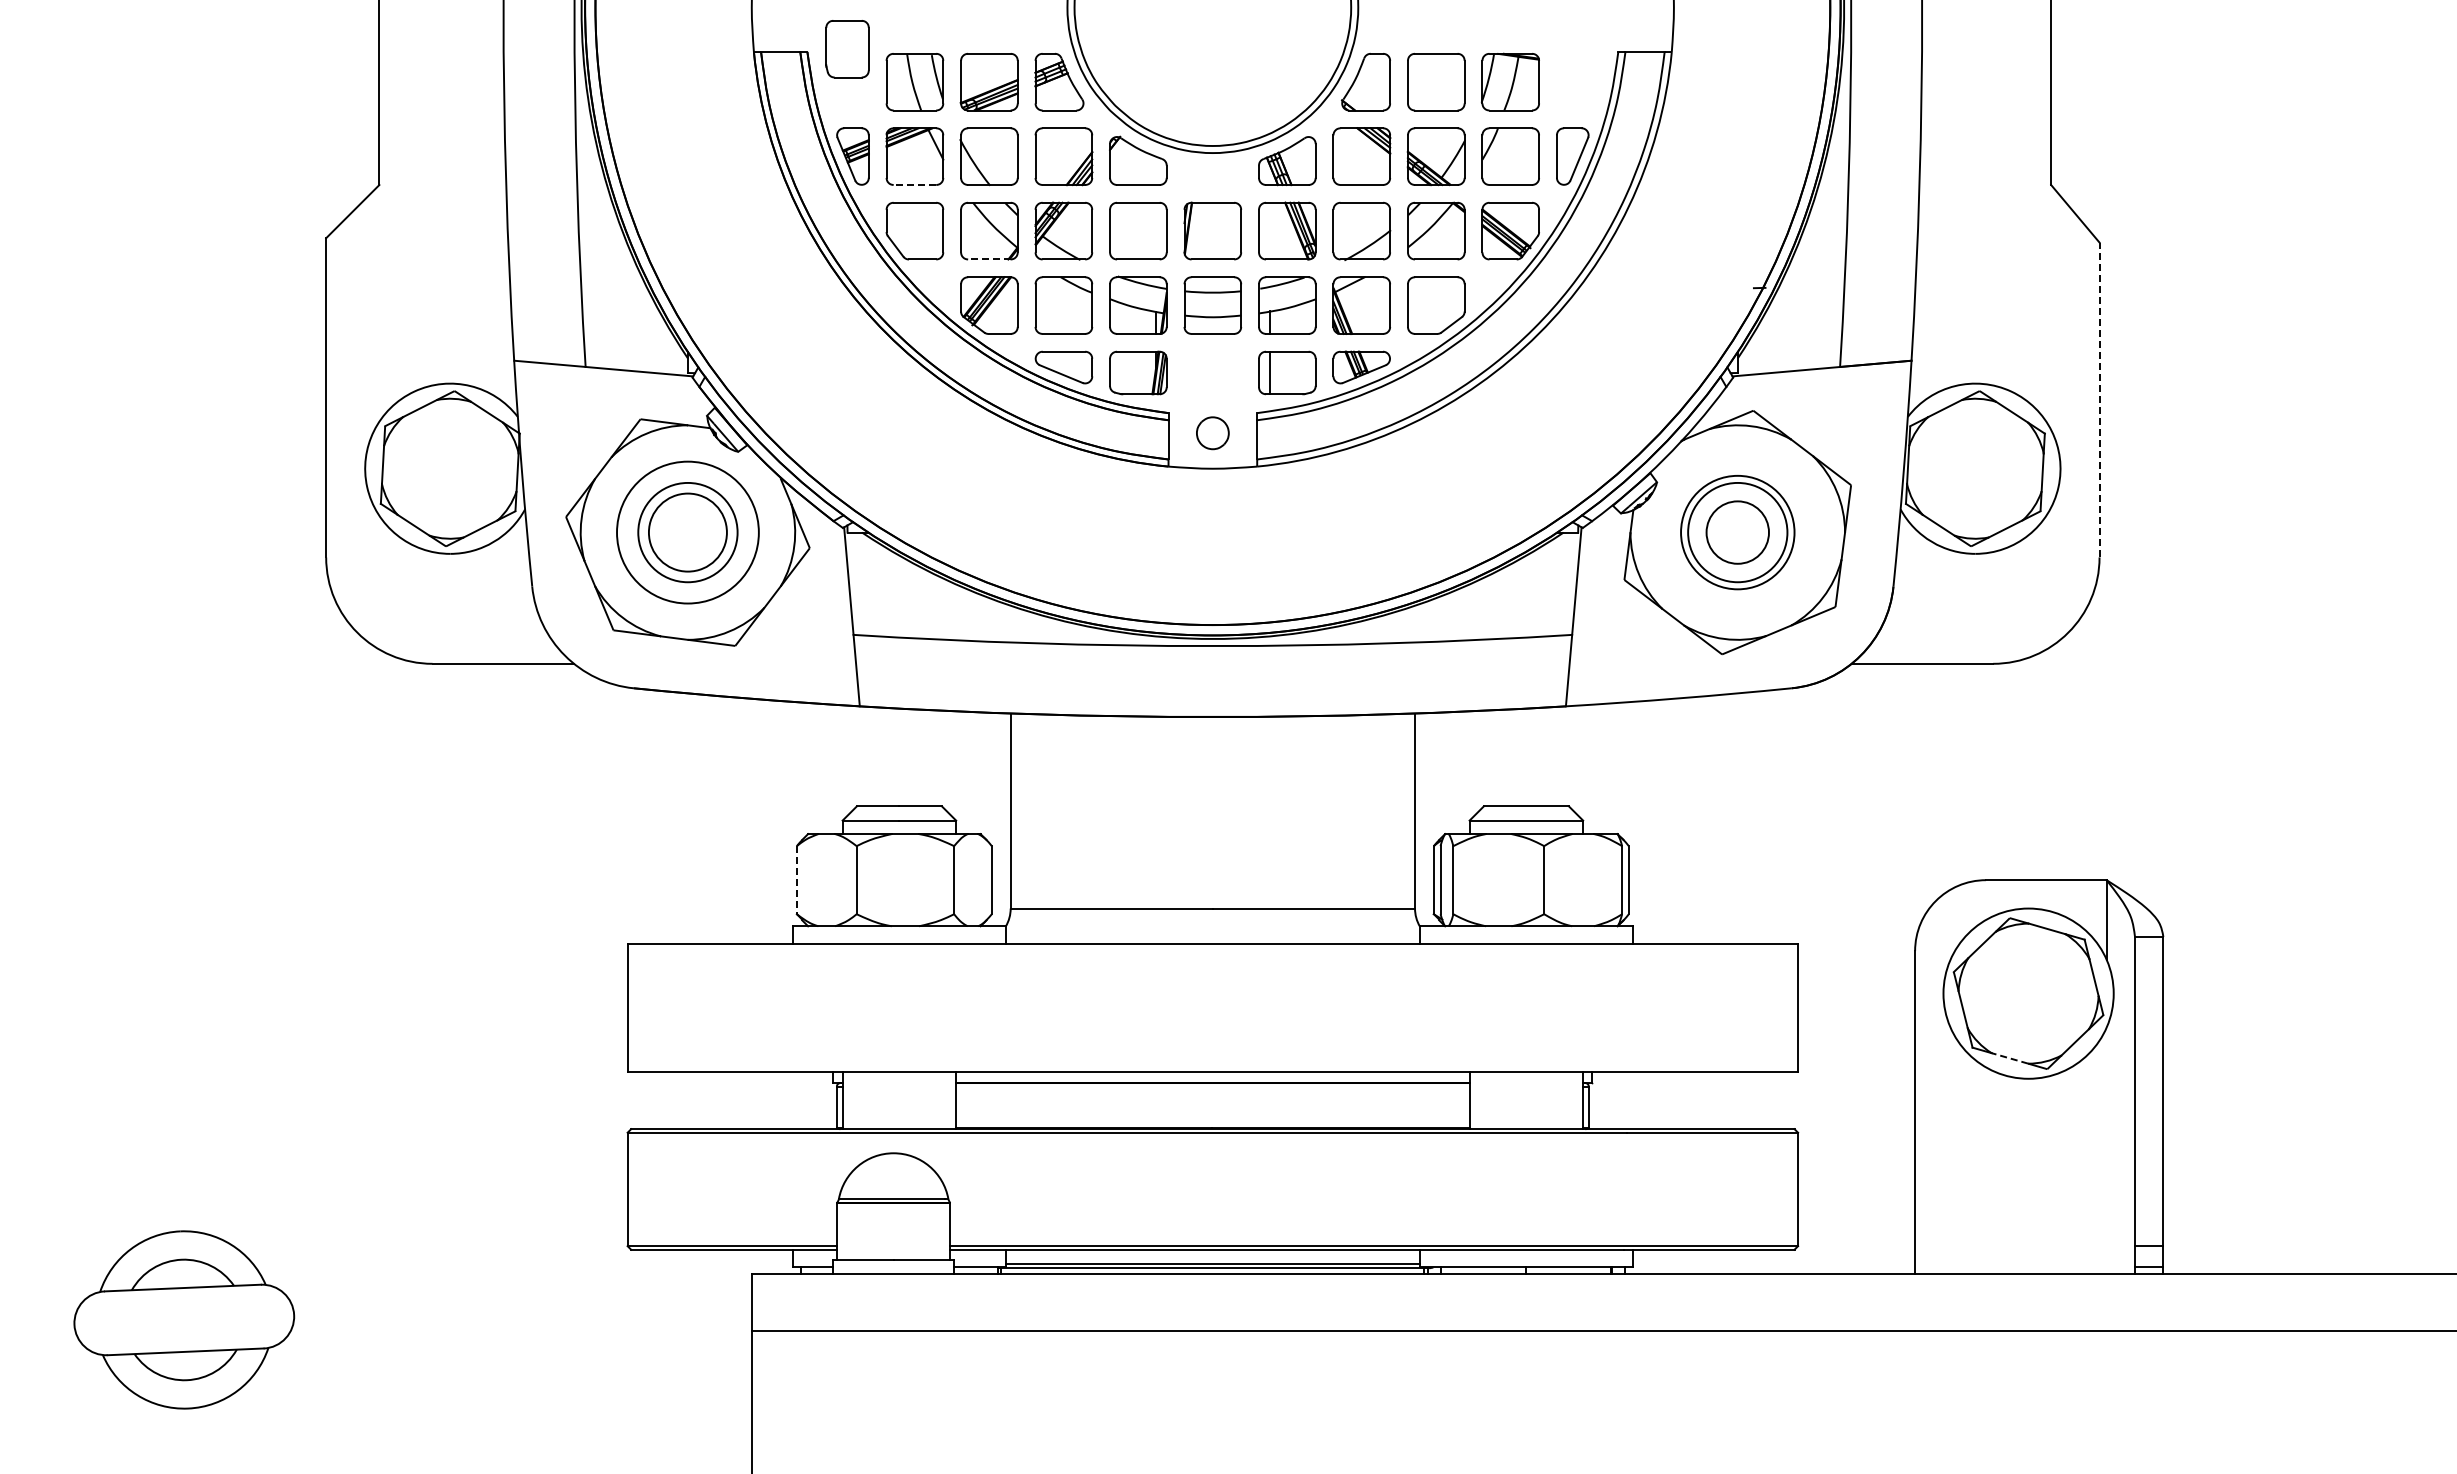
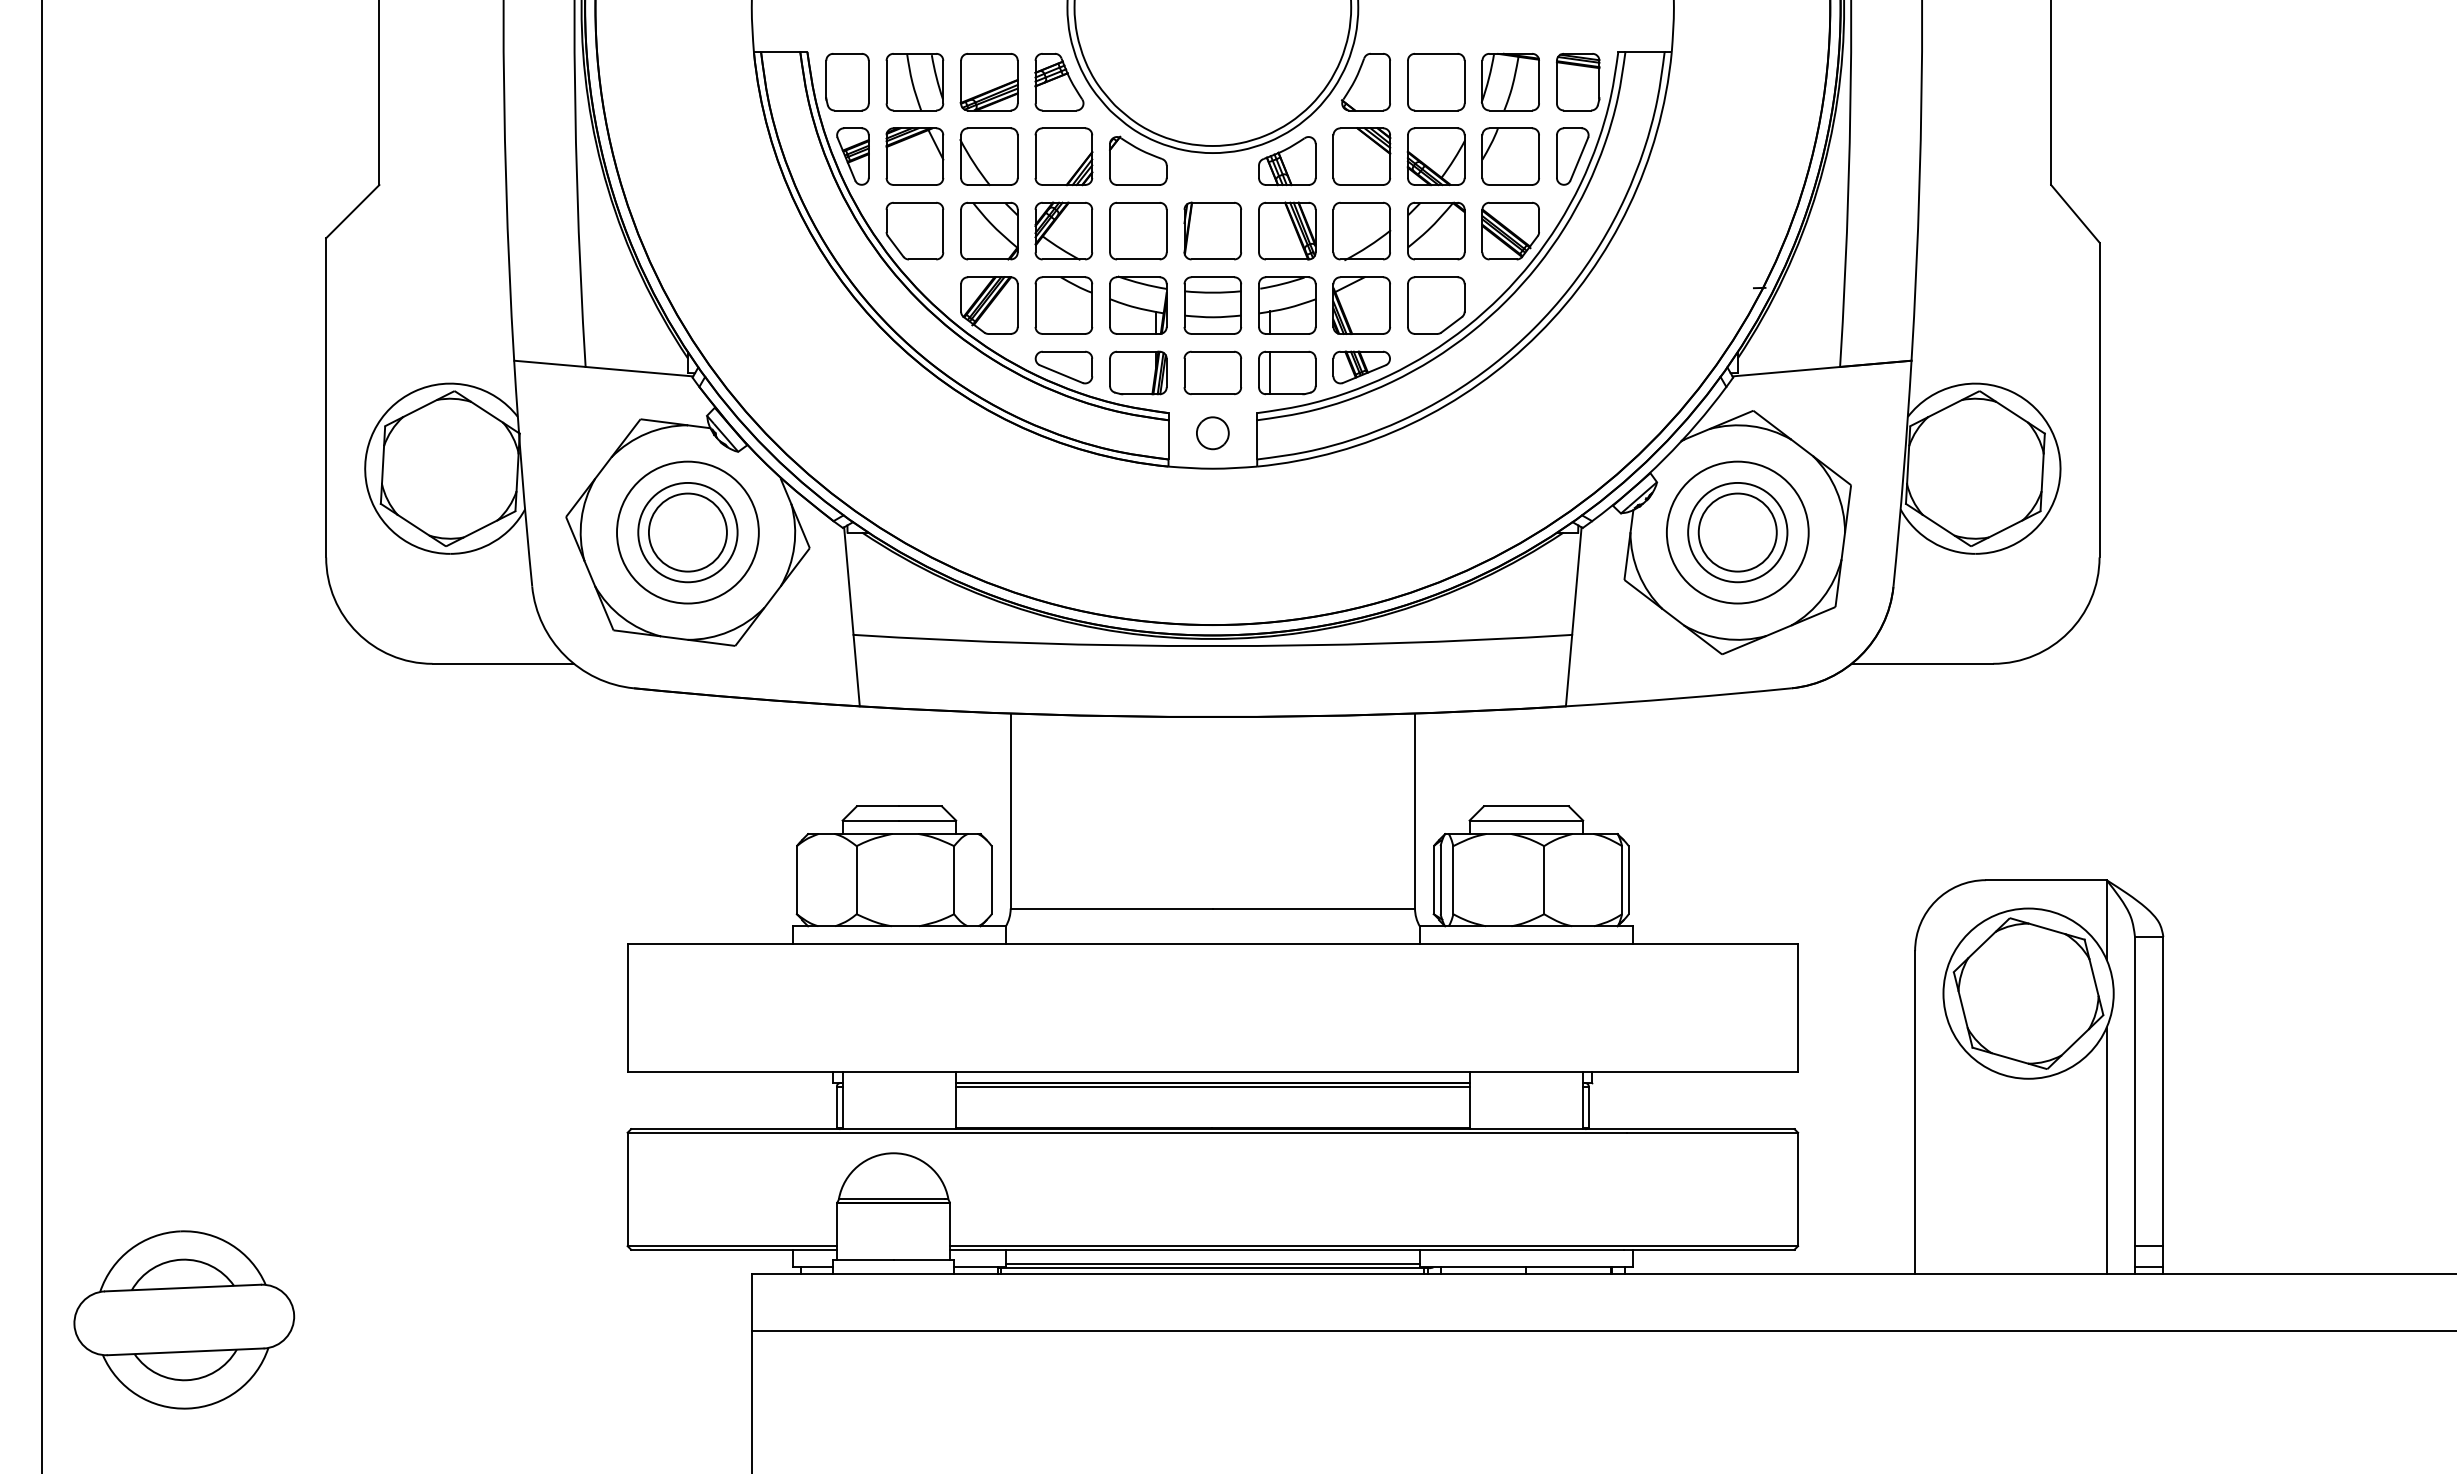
part at (847, 49) position: (847, 49) -> (847, 82)
part at (1578, 82): none -> present
line at (914, 185): dashed -> solid
line at (988, 259): dashed -> solid
part at (1212, 372): none -> present
line at (2099, 399): dashed -> solid
circle at (1737, 532) diameter: 113 px -> 142 px
circle at (1737, 532) diameter: 62 px -> 78 px
line at (42, 736): none -> present
line at (796, 880): dashed -> solid
line at (2009, 1058): dashed -> solid
line at (1212, 1086): none -> present
line at (2106, 1150): none -> present
